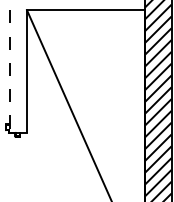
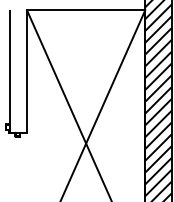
line at (10, 71): dashed -> solid
line at (103, 104): none -> present
